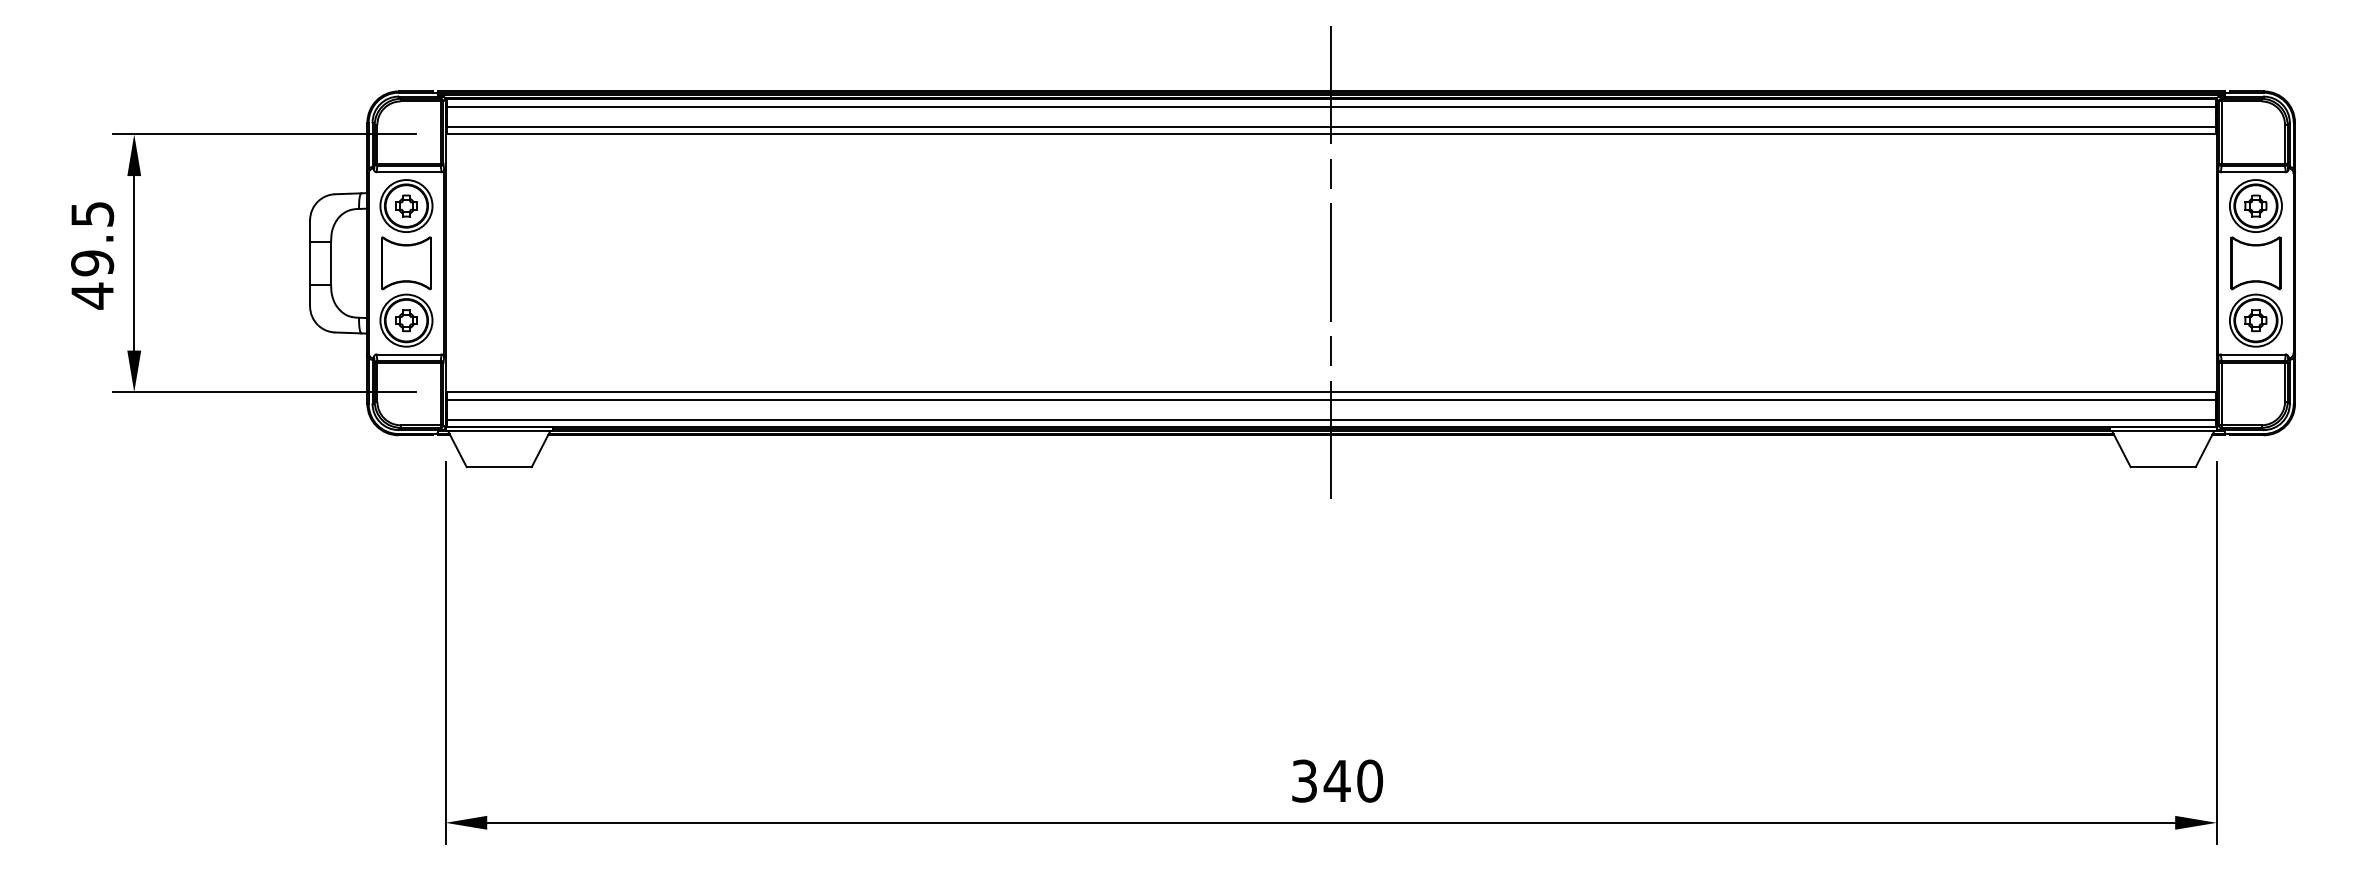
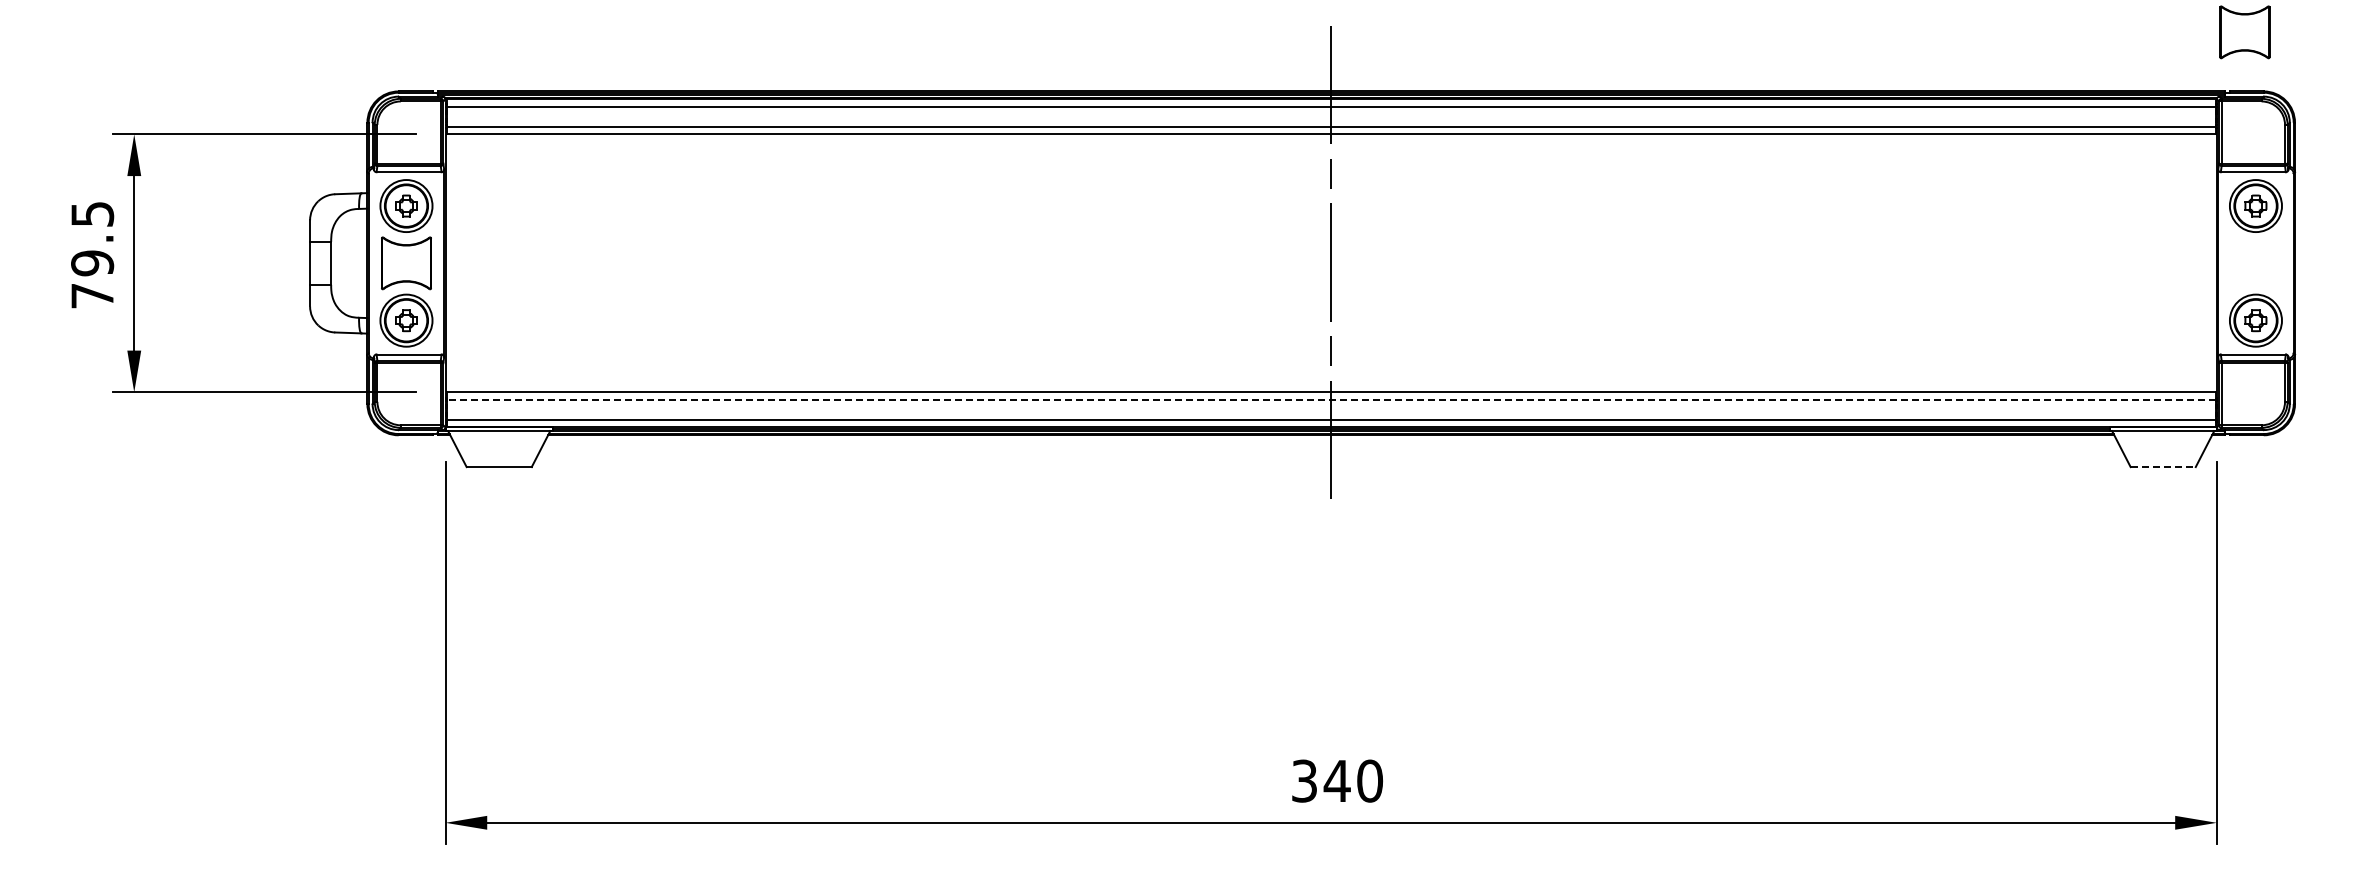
part at (2255, 263) position: (2255, 263) -> (2244, 32)
text at (92, 295): 49.5 -> 79.5
line at (1330, 400): solid -> dashed
line at (2163, 467): solid -> dashed
